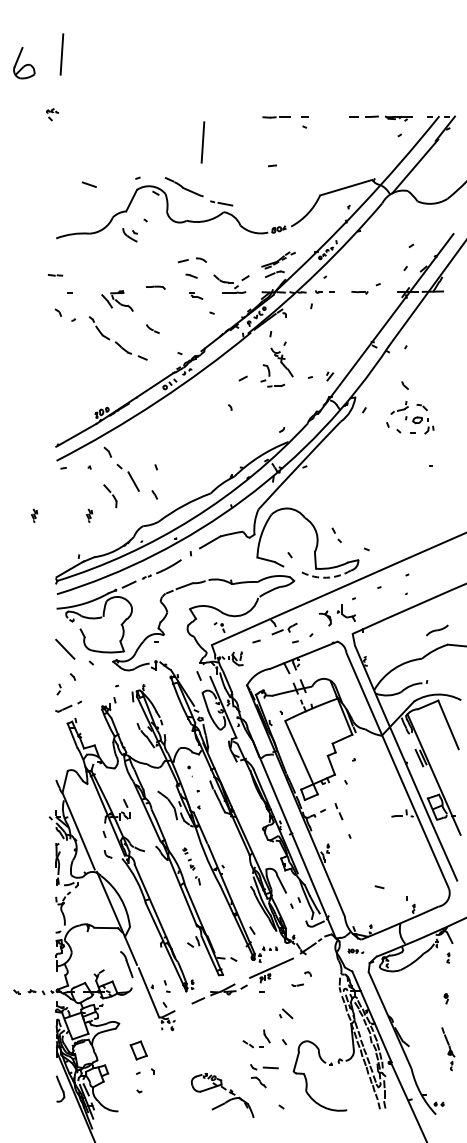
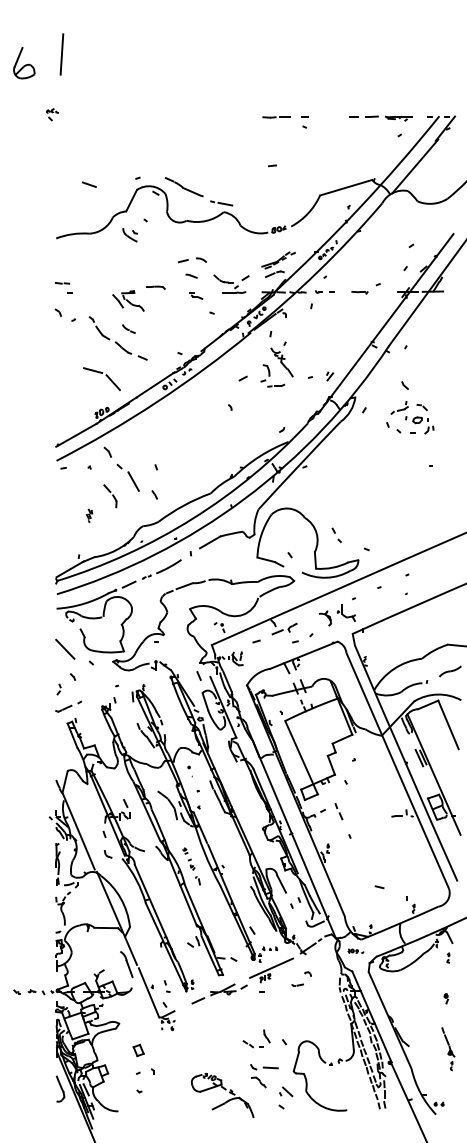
line at (202, 142): present -> none
line at (55, 275) position: (55, 275) -> (62, 283)
part at (117, 300) position: (117, 300) -> (128, 300)
line at (151, 328) position: (151, 328) -> (127, 328)
part at (101, 379): none -> present
part at (34, 515): present -> none
arc at (326, 577): dashed -> solid
part at (437, 630) position: (437, 630) -> (450, 671)
part at (286, 1013) position: (286, 1013) -> (286, 1091)
part at (138, 1050) size: 19x21 px -> 13x15 px
